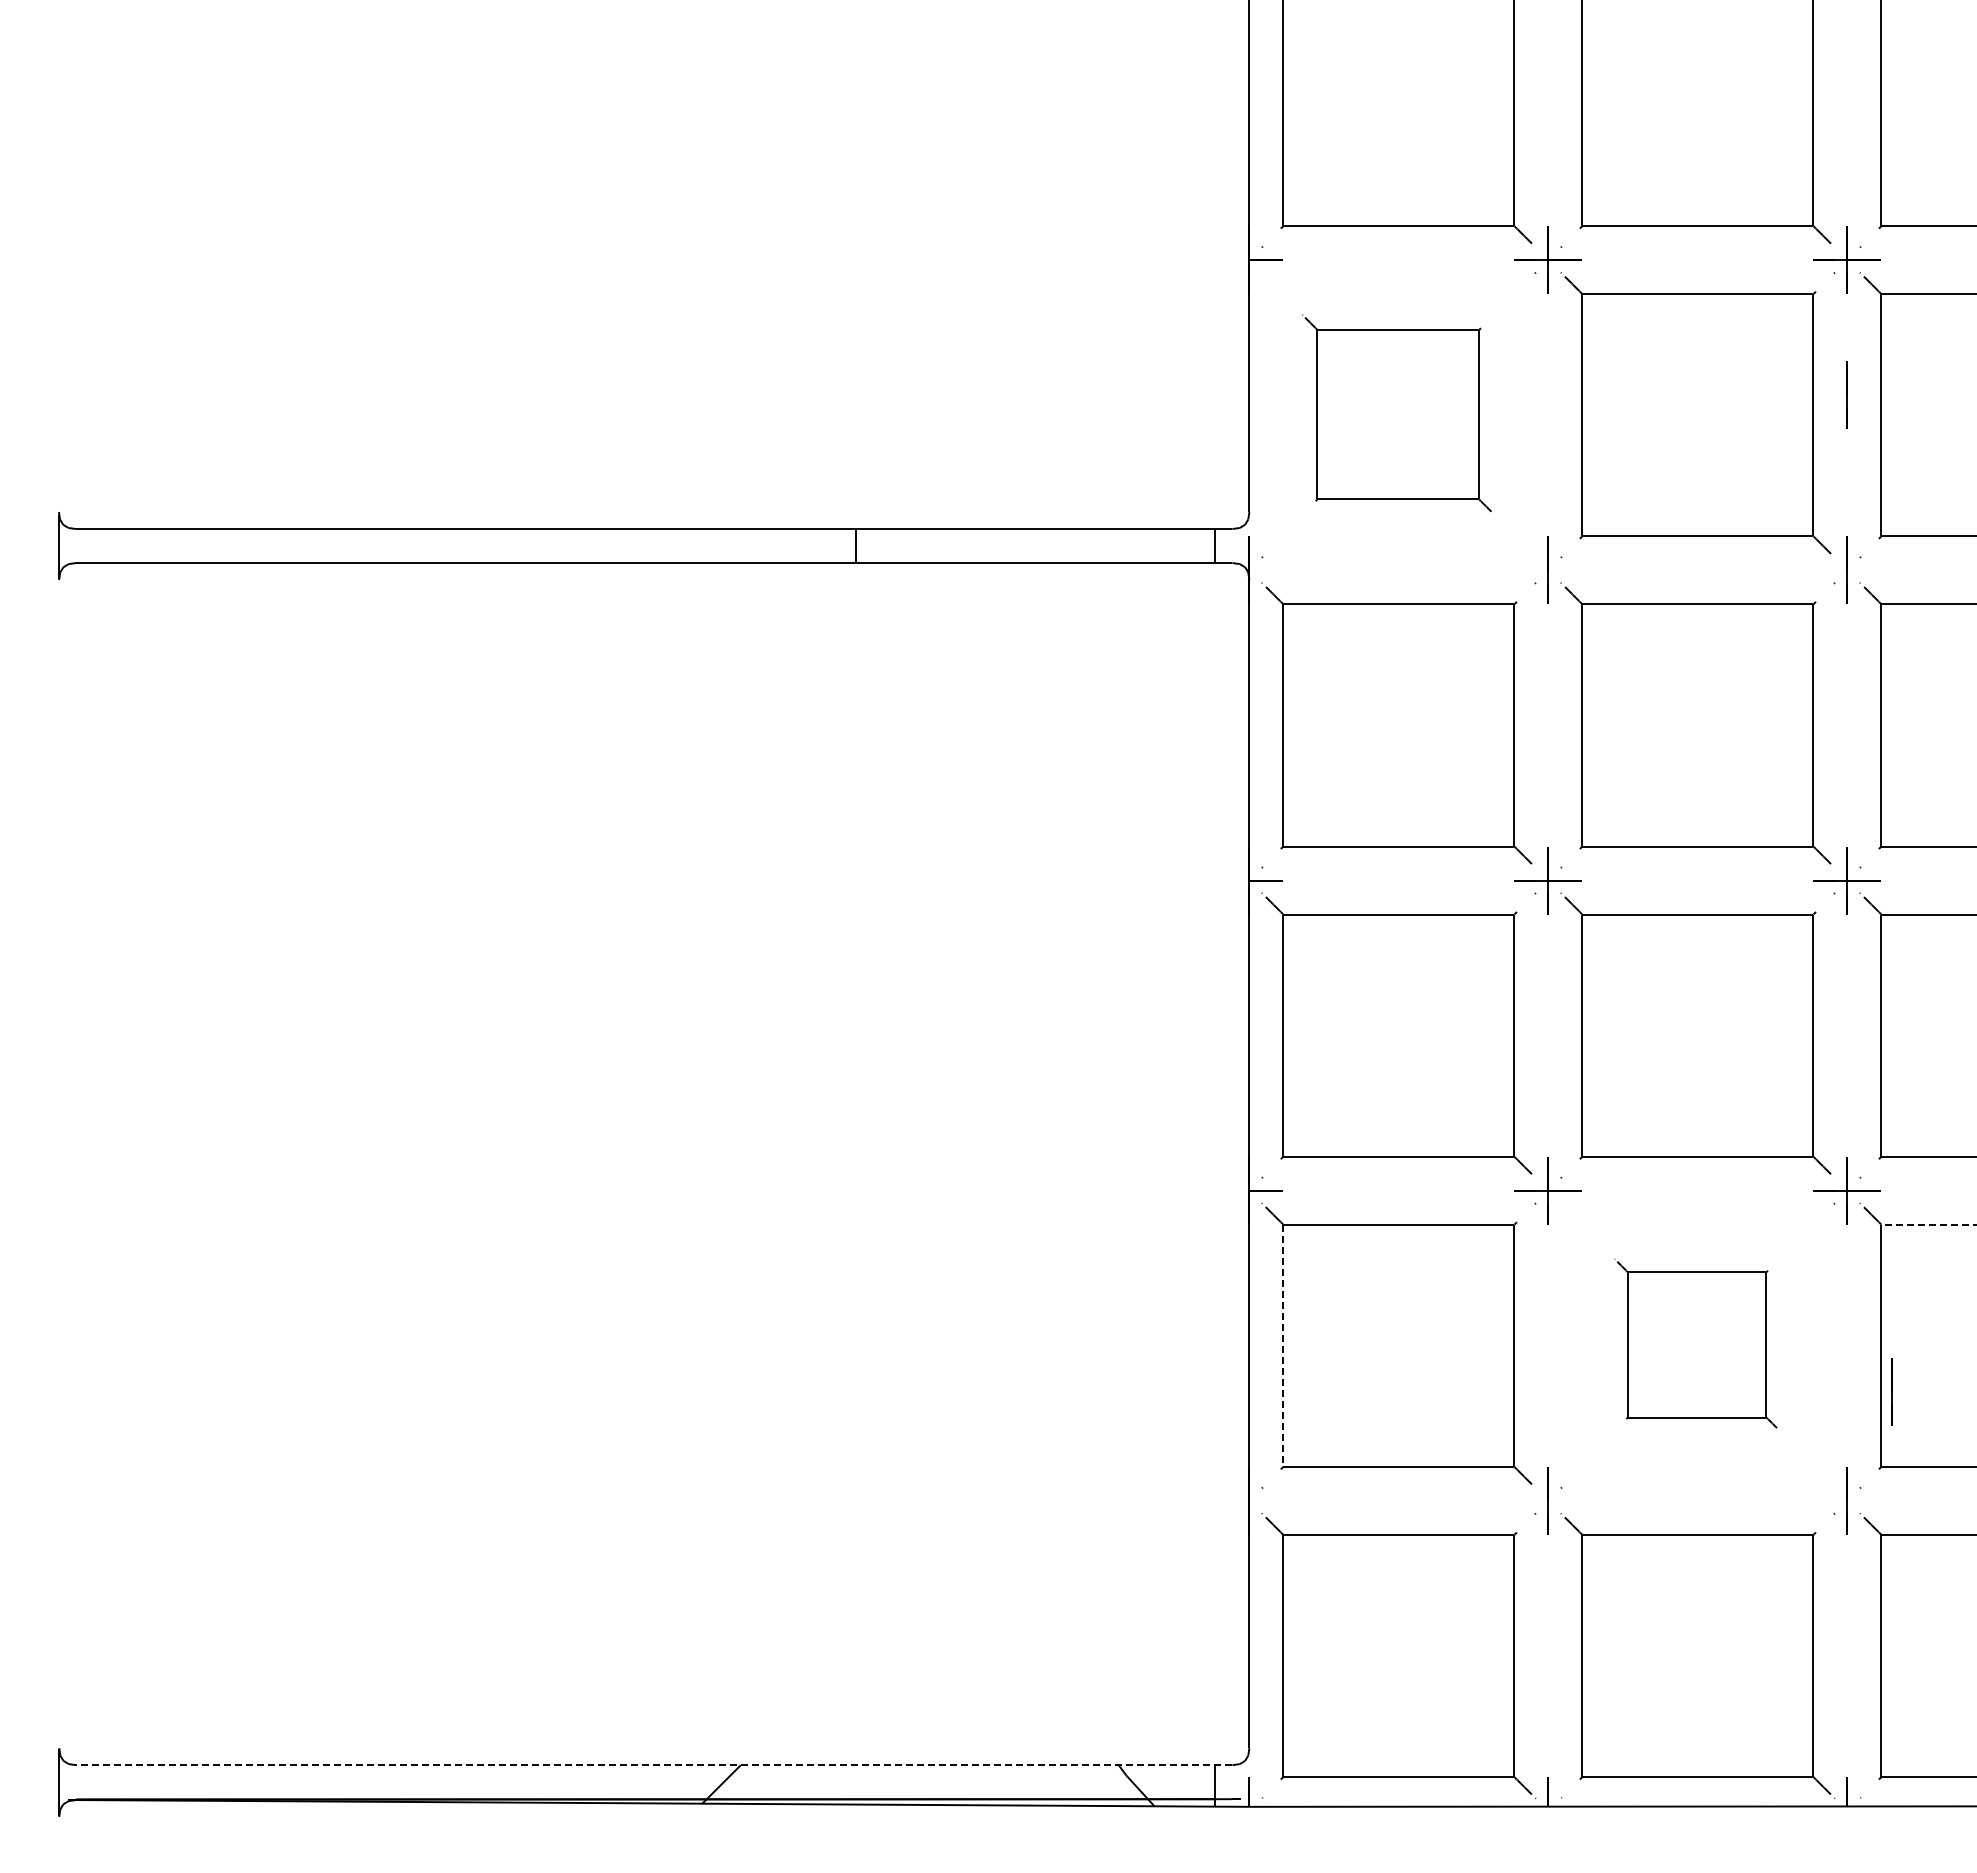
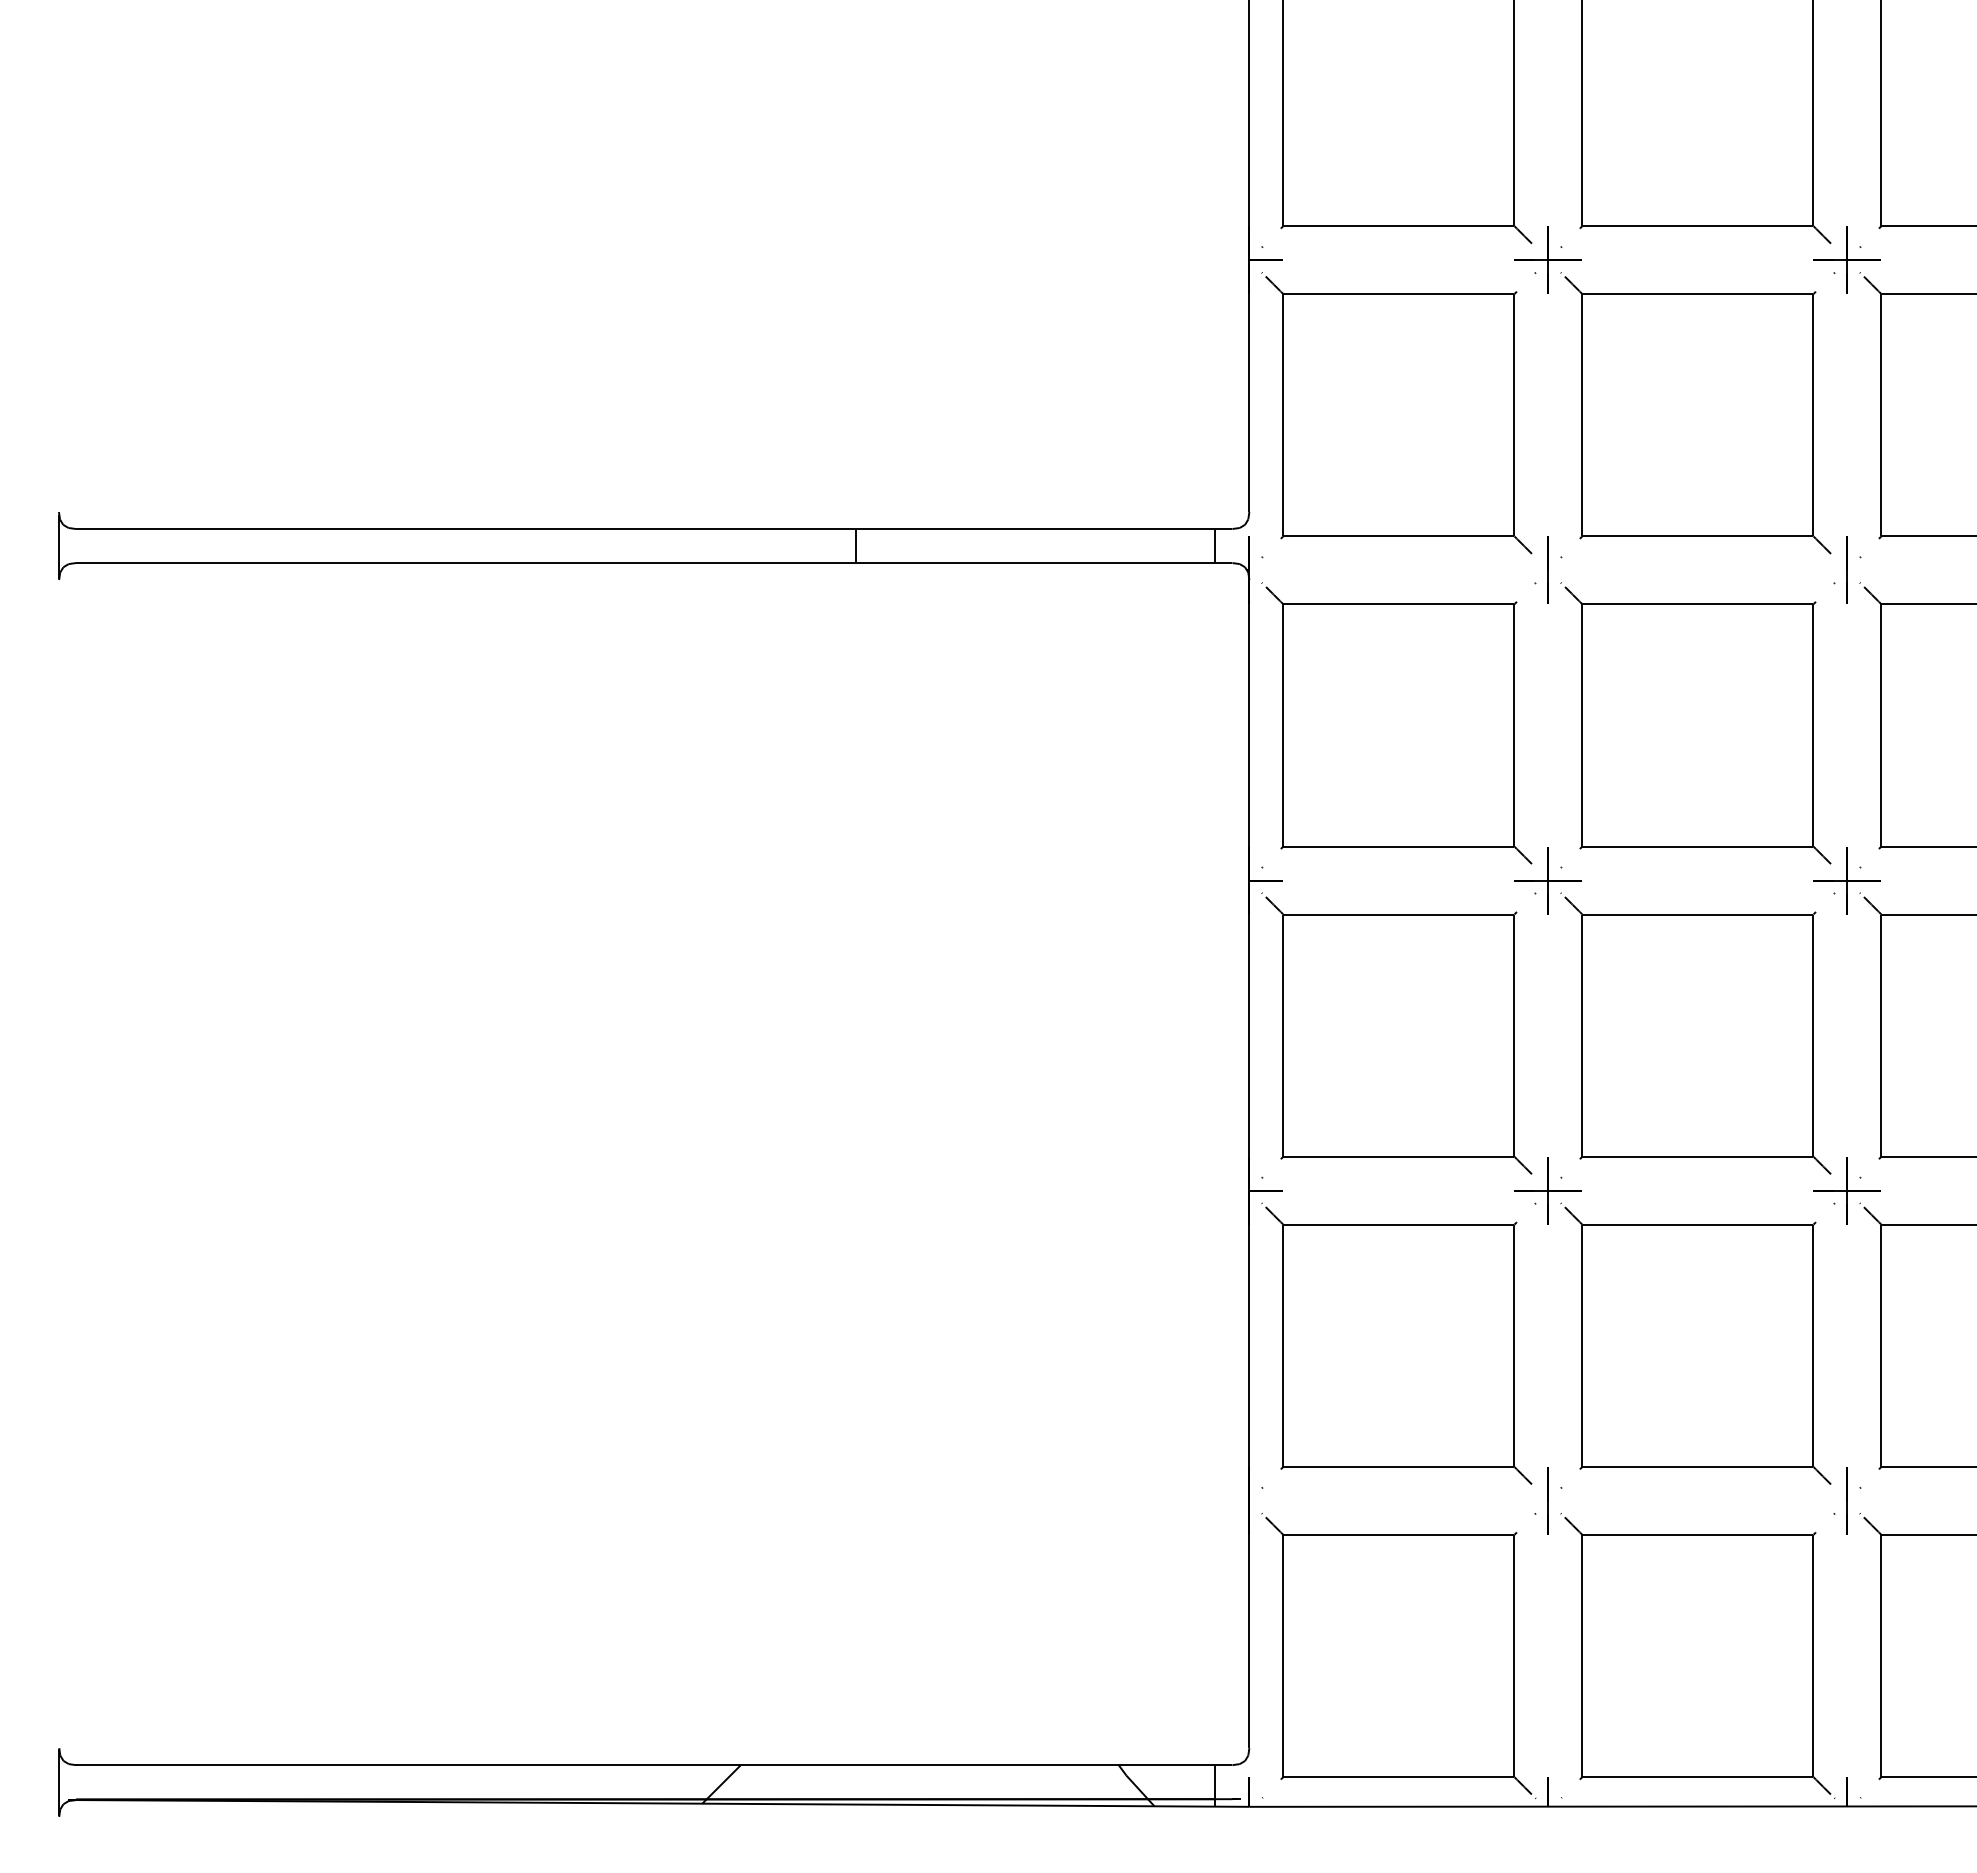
line at (1846, 394): present -> none
part at (1396, 413) size: 190x199 px -> 272x283 px
line at (1928, 1224): dashed -> solid
part at (1695, 1343) size: 164x171 px -> 272x283 px
line at (1283, 1346): dashed -> solid
line at (1891, 1391): present -> none
line at (653, 1765): dashed -> solid
